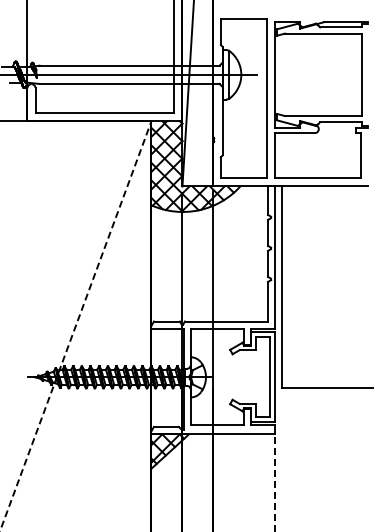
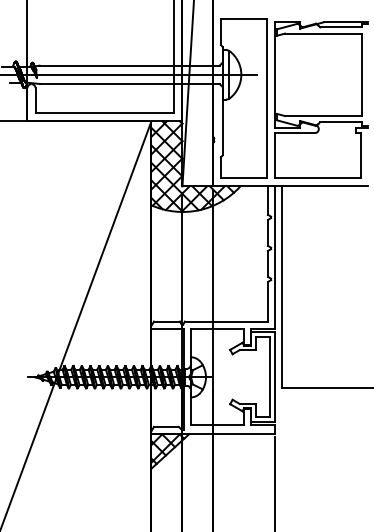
line at (75, 325): dashed -> solid
line at (275, 484): dashed -> solid
